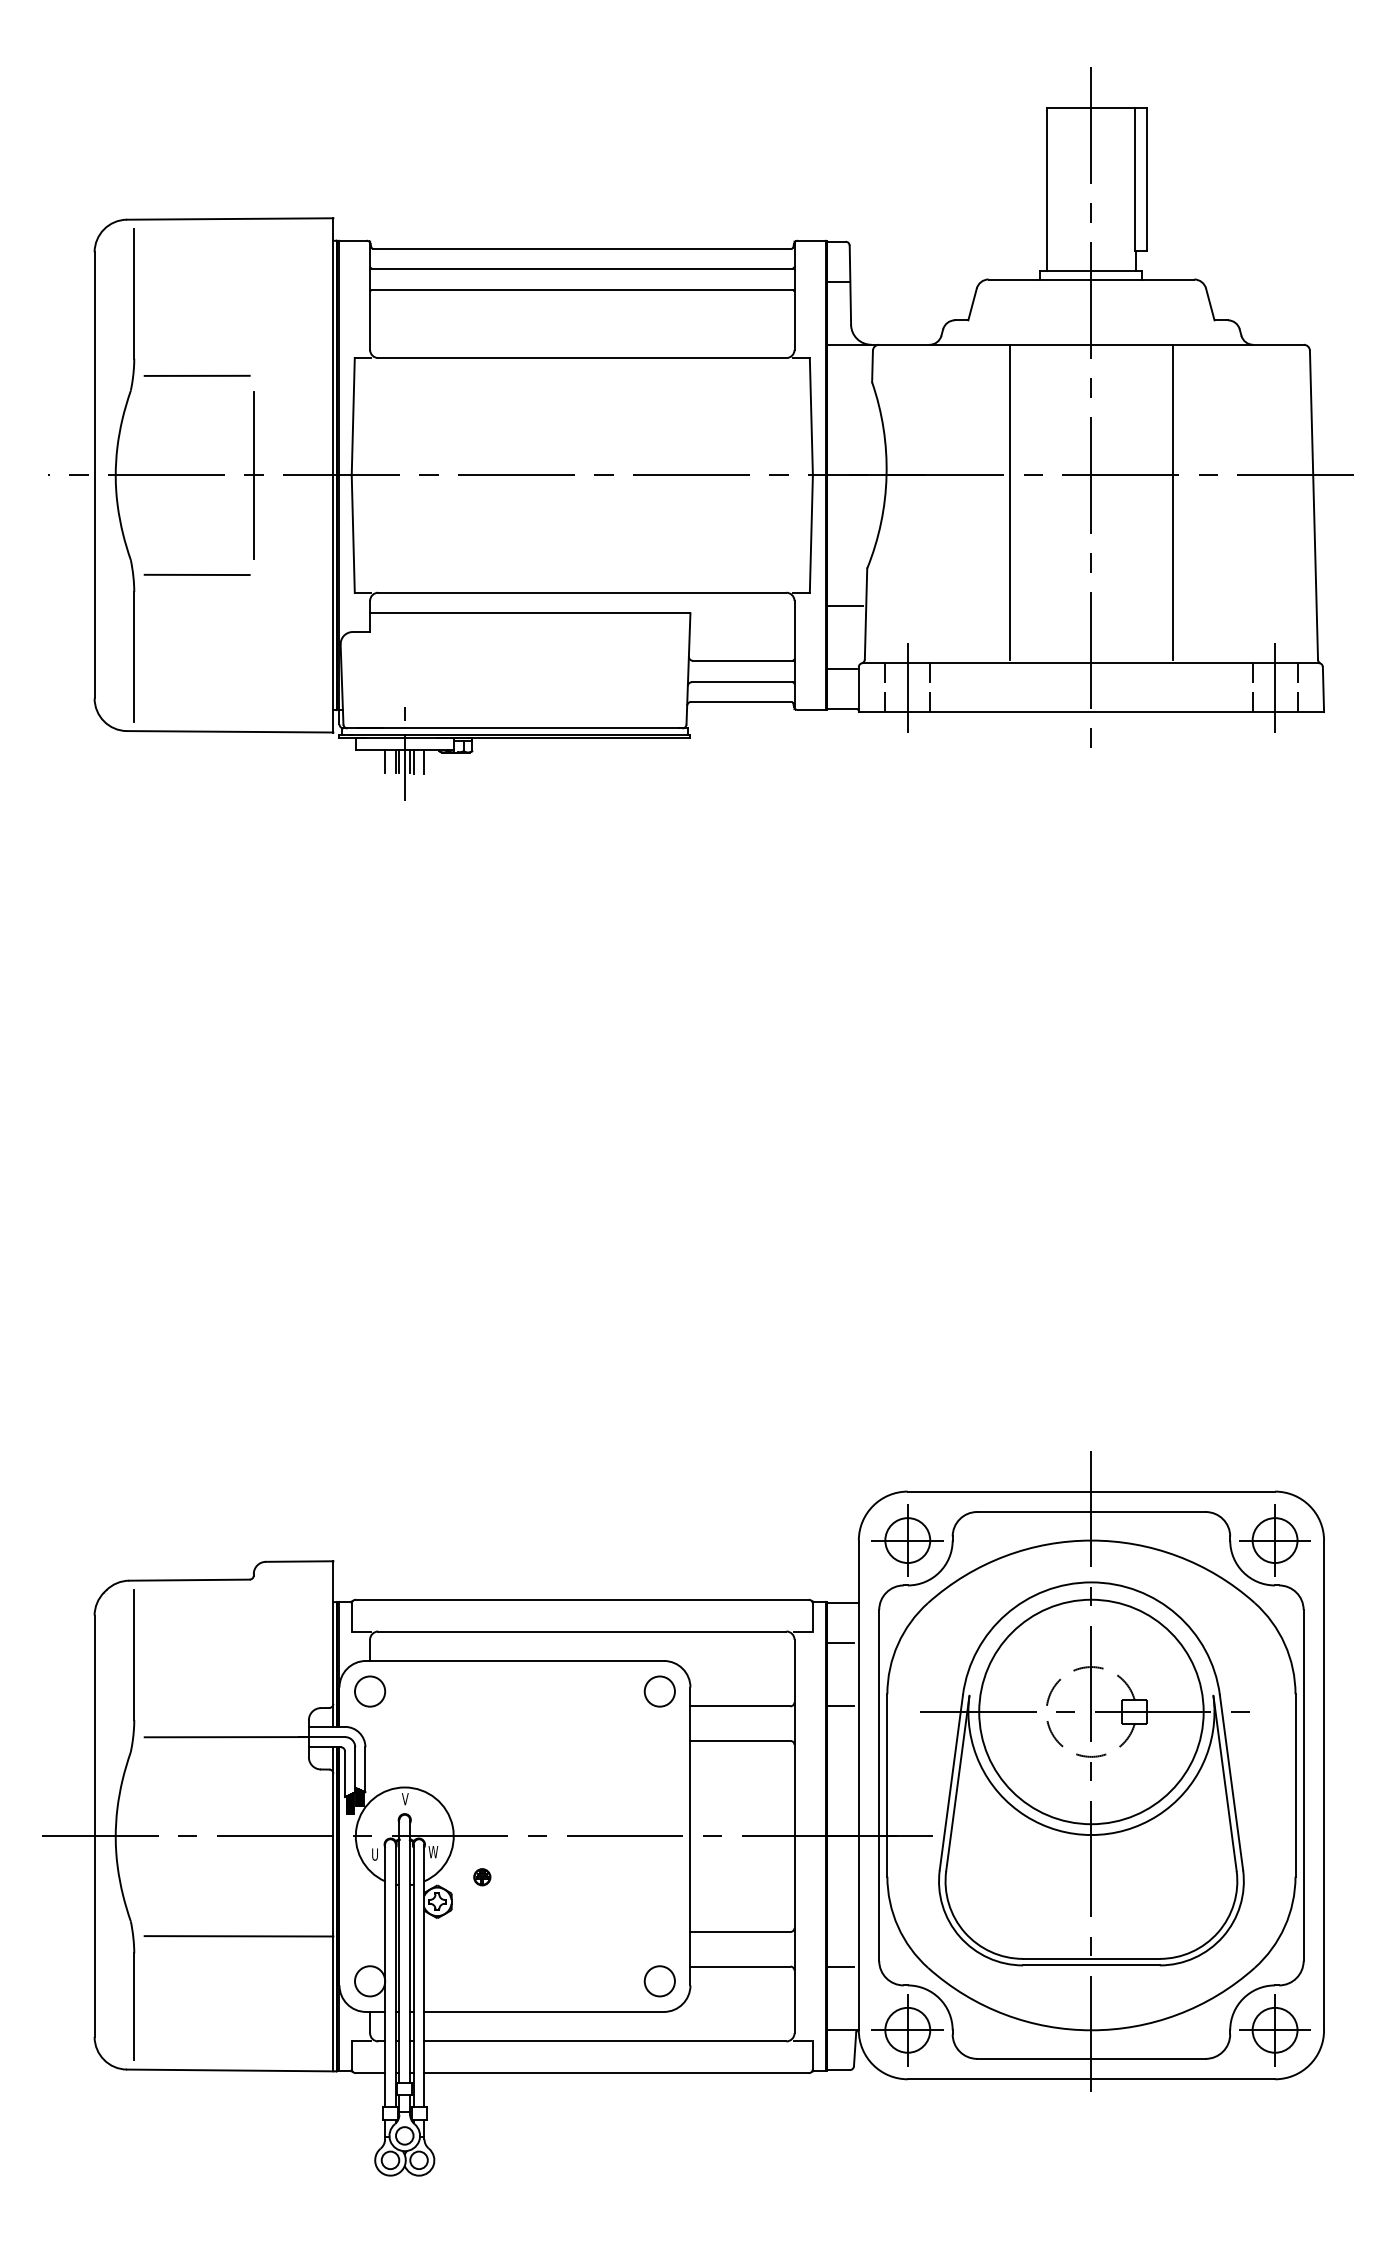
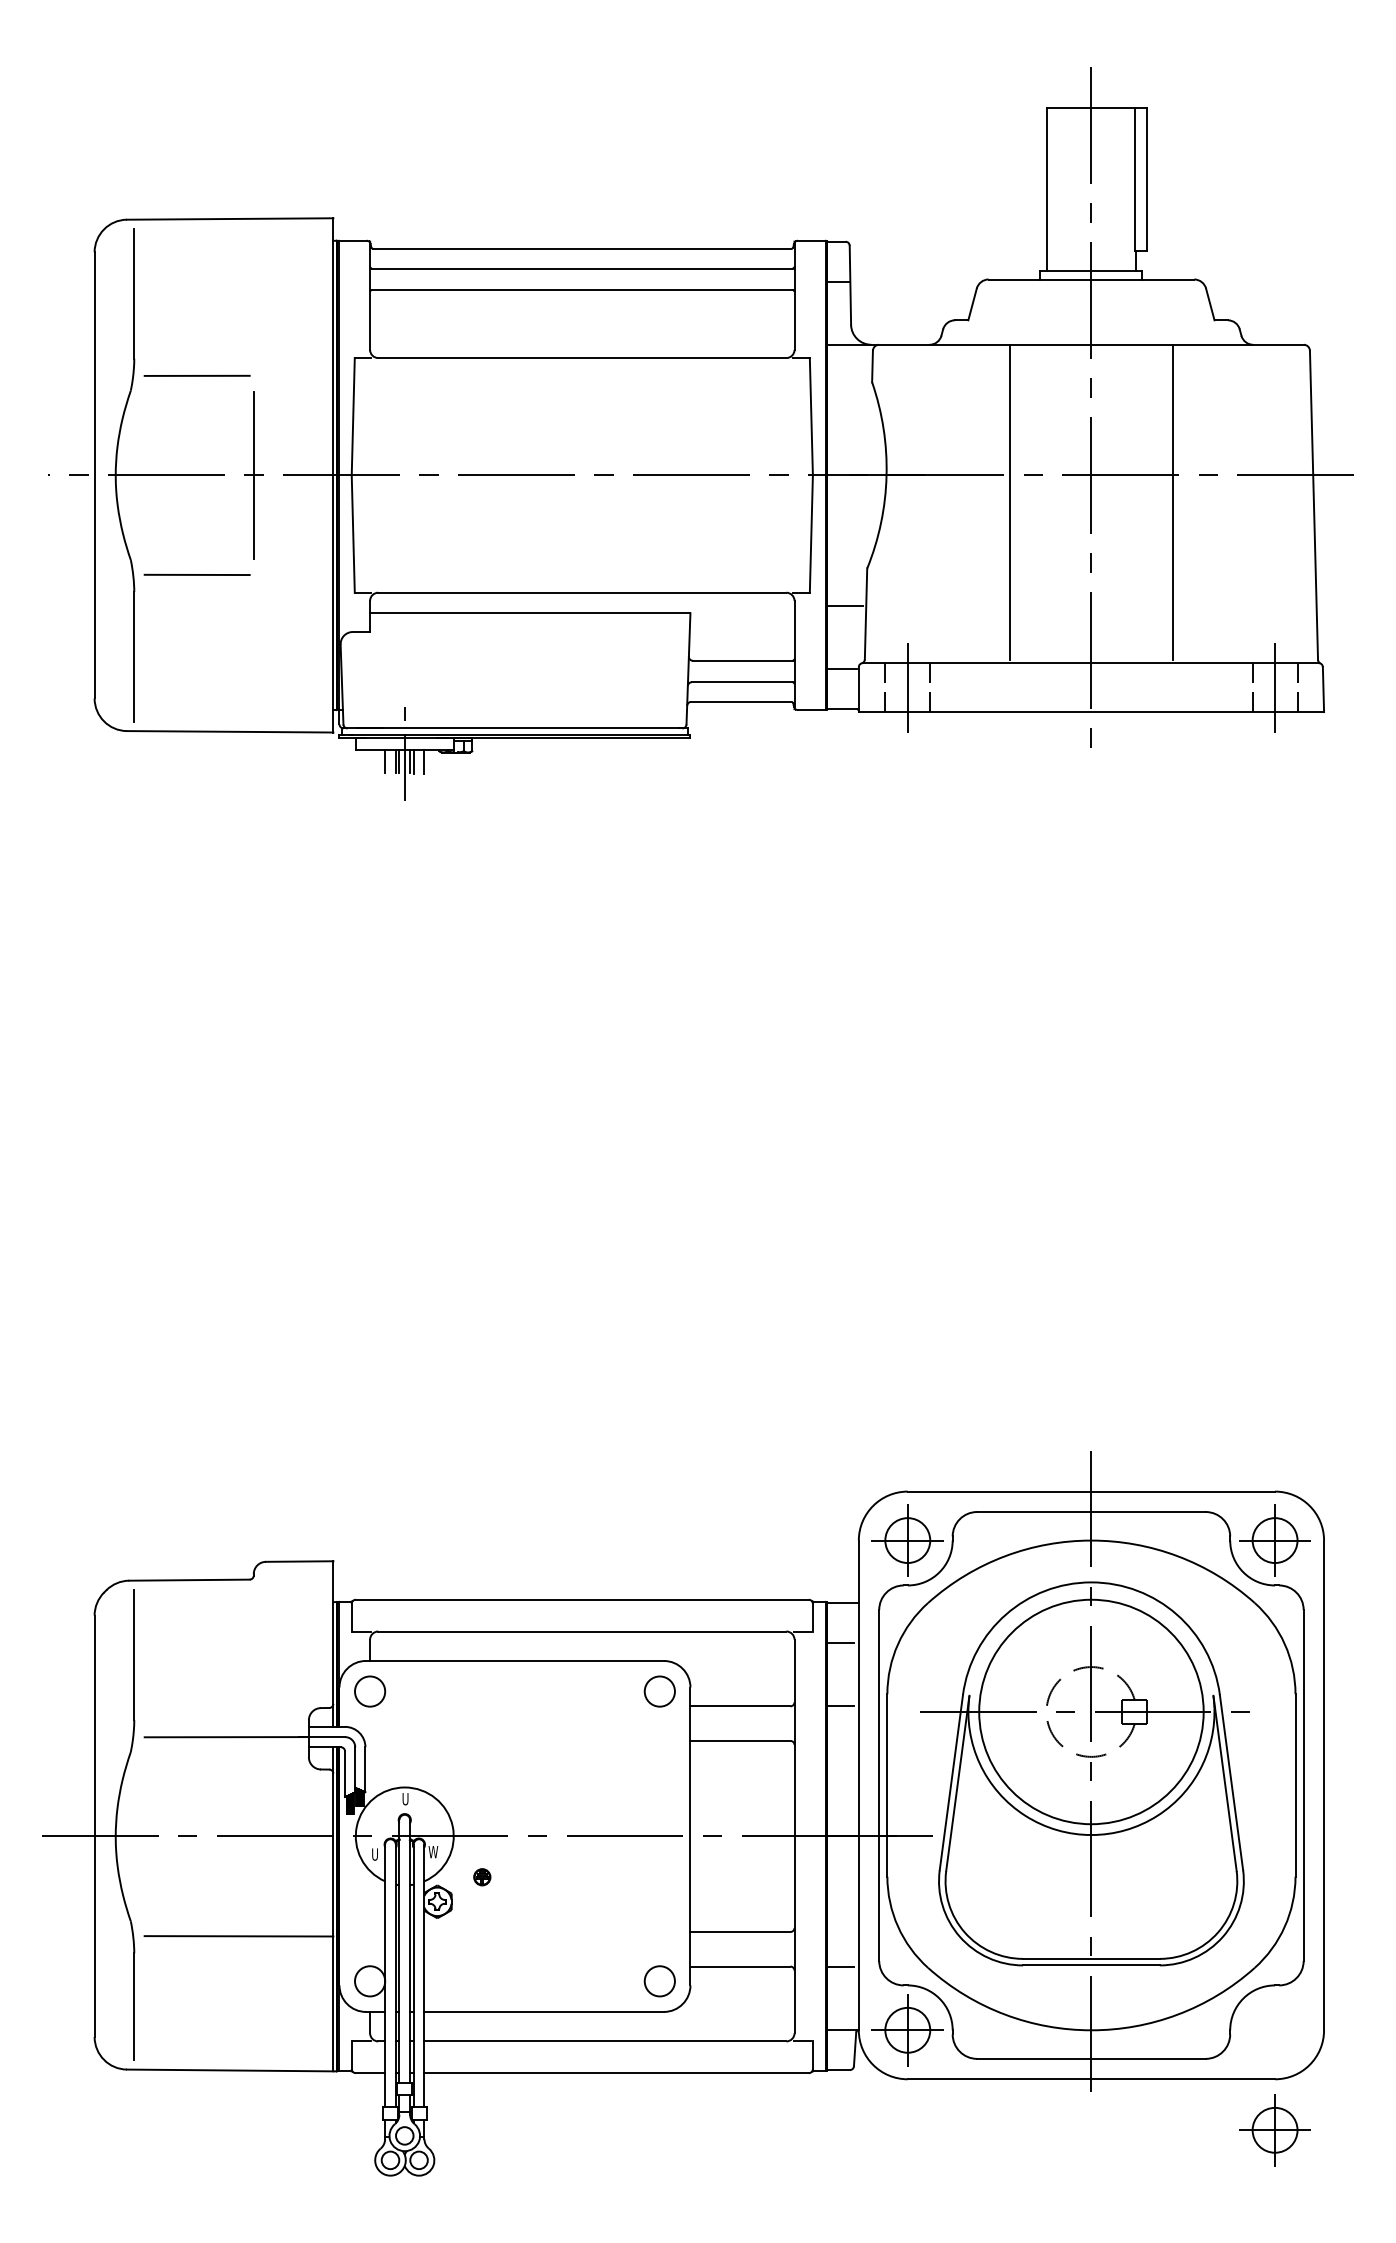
text at (404, 1799): V -> U
part at (1274, 2030) position: (1274, 2030) -> (1274, 2130)
